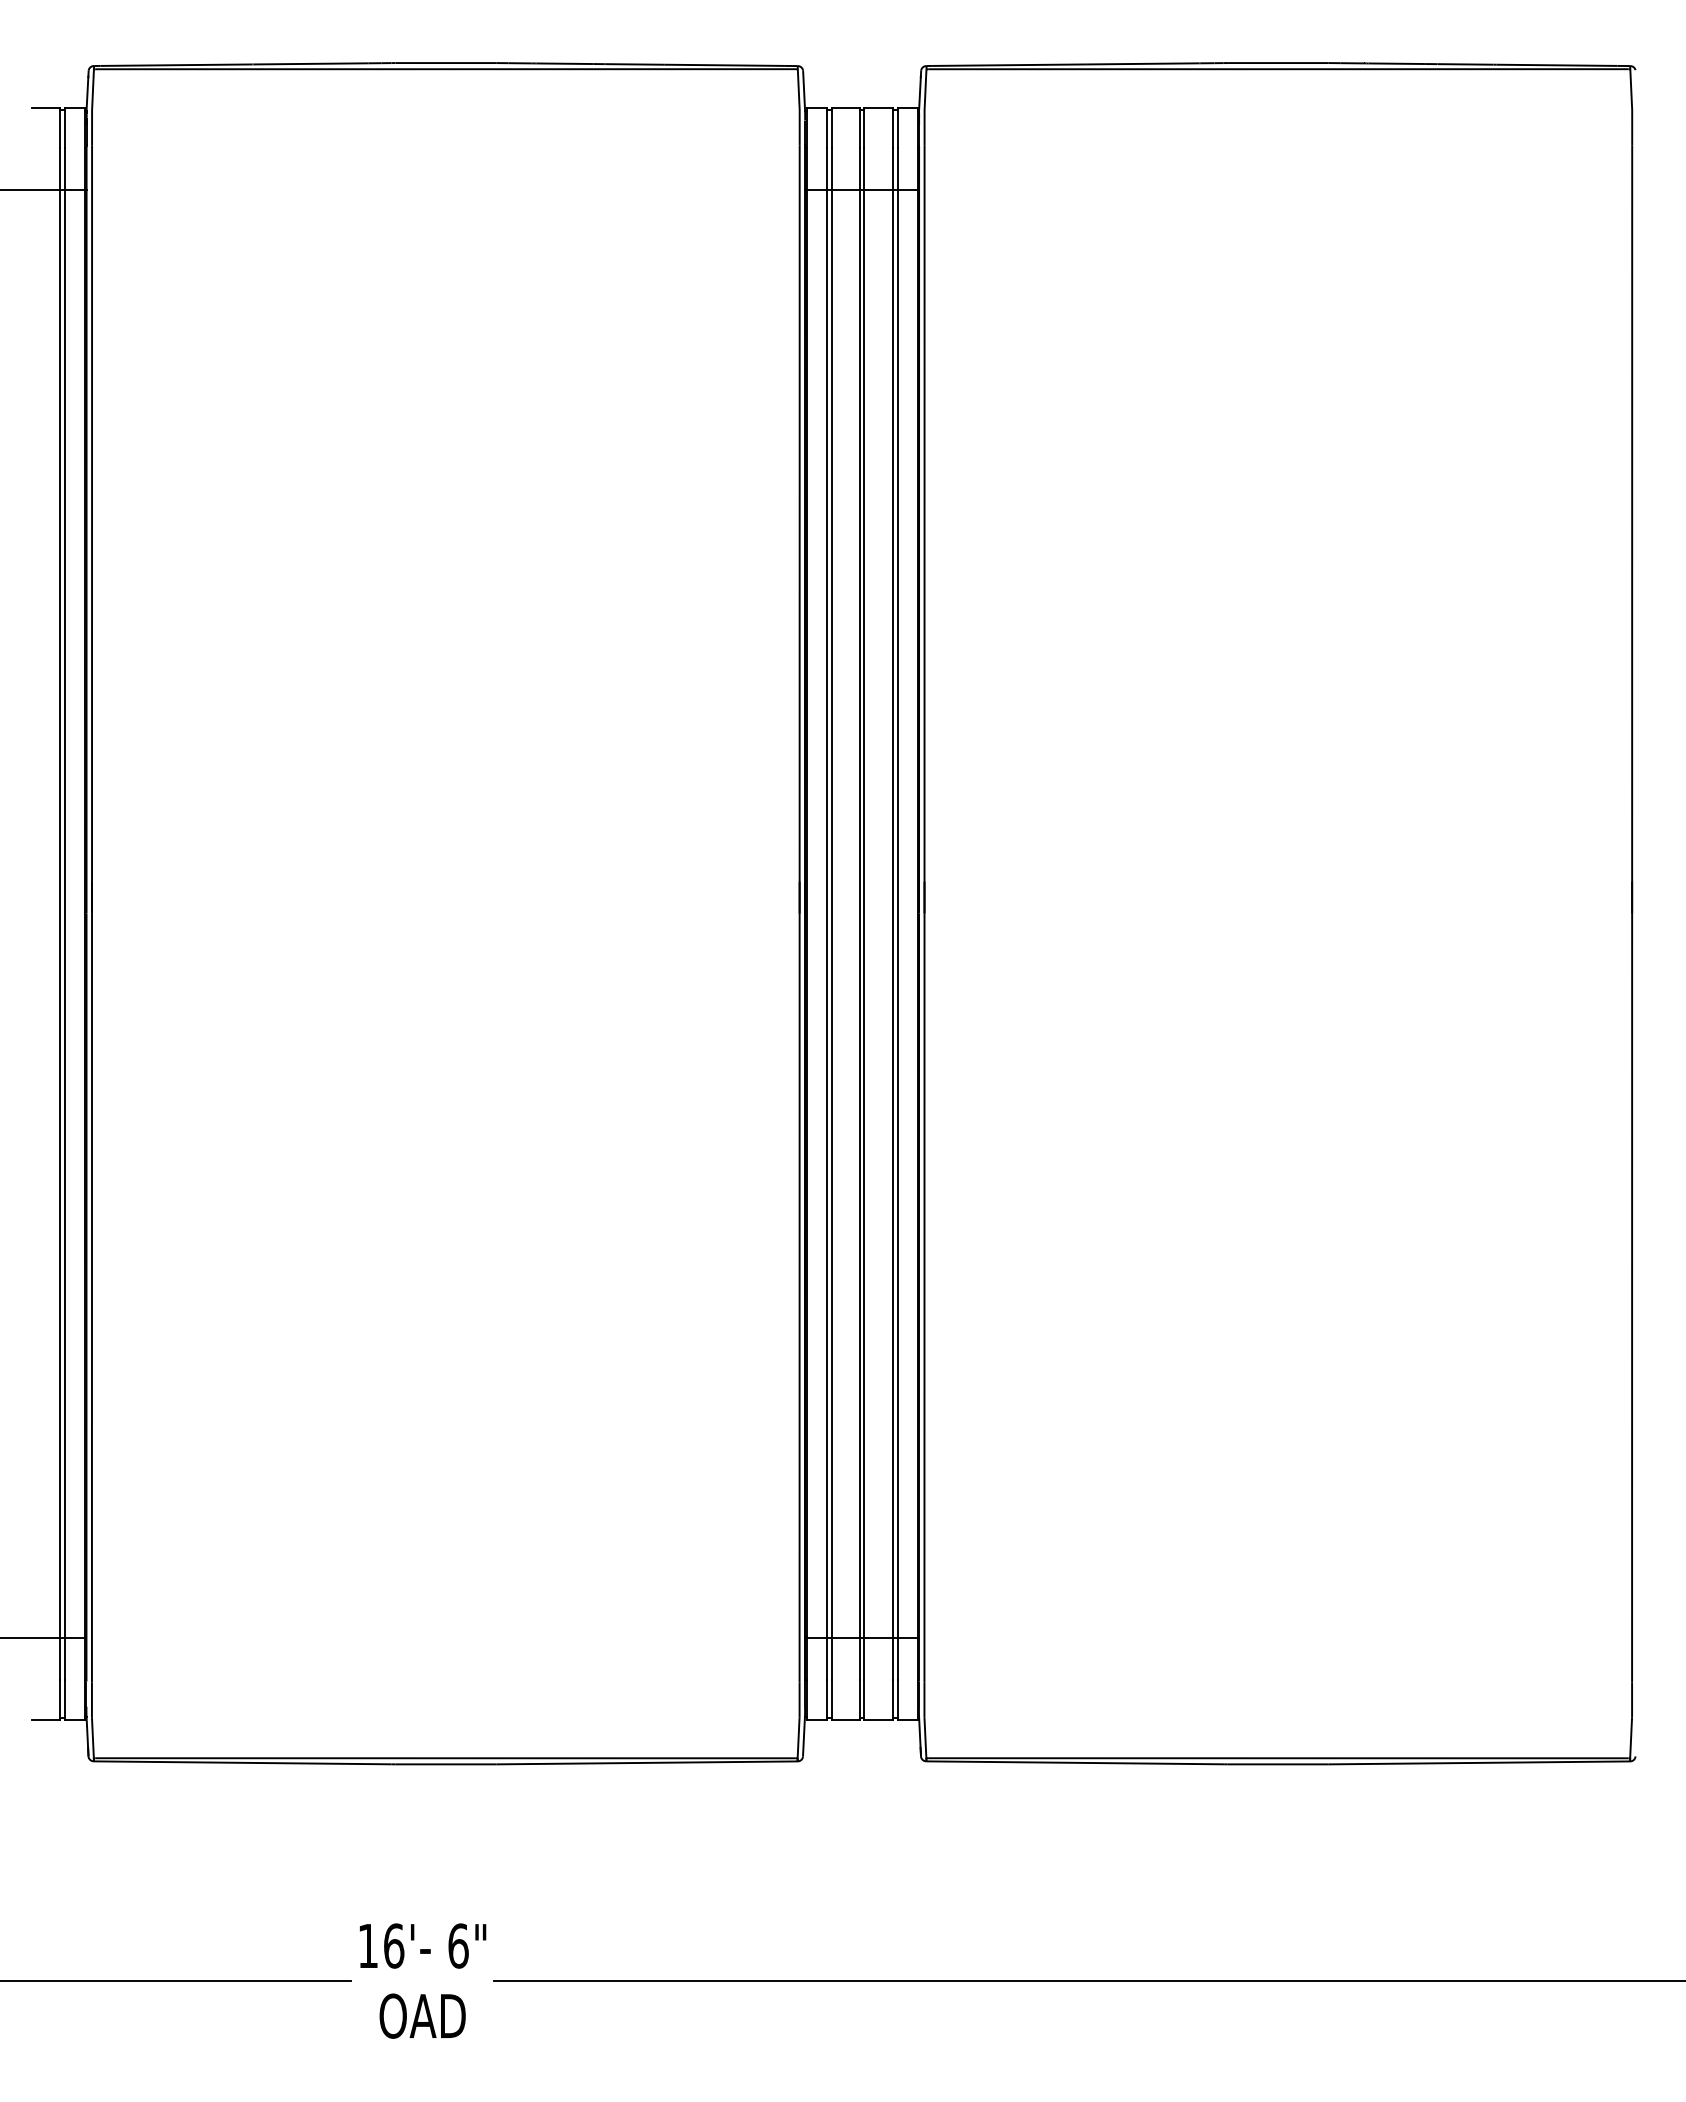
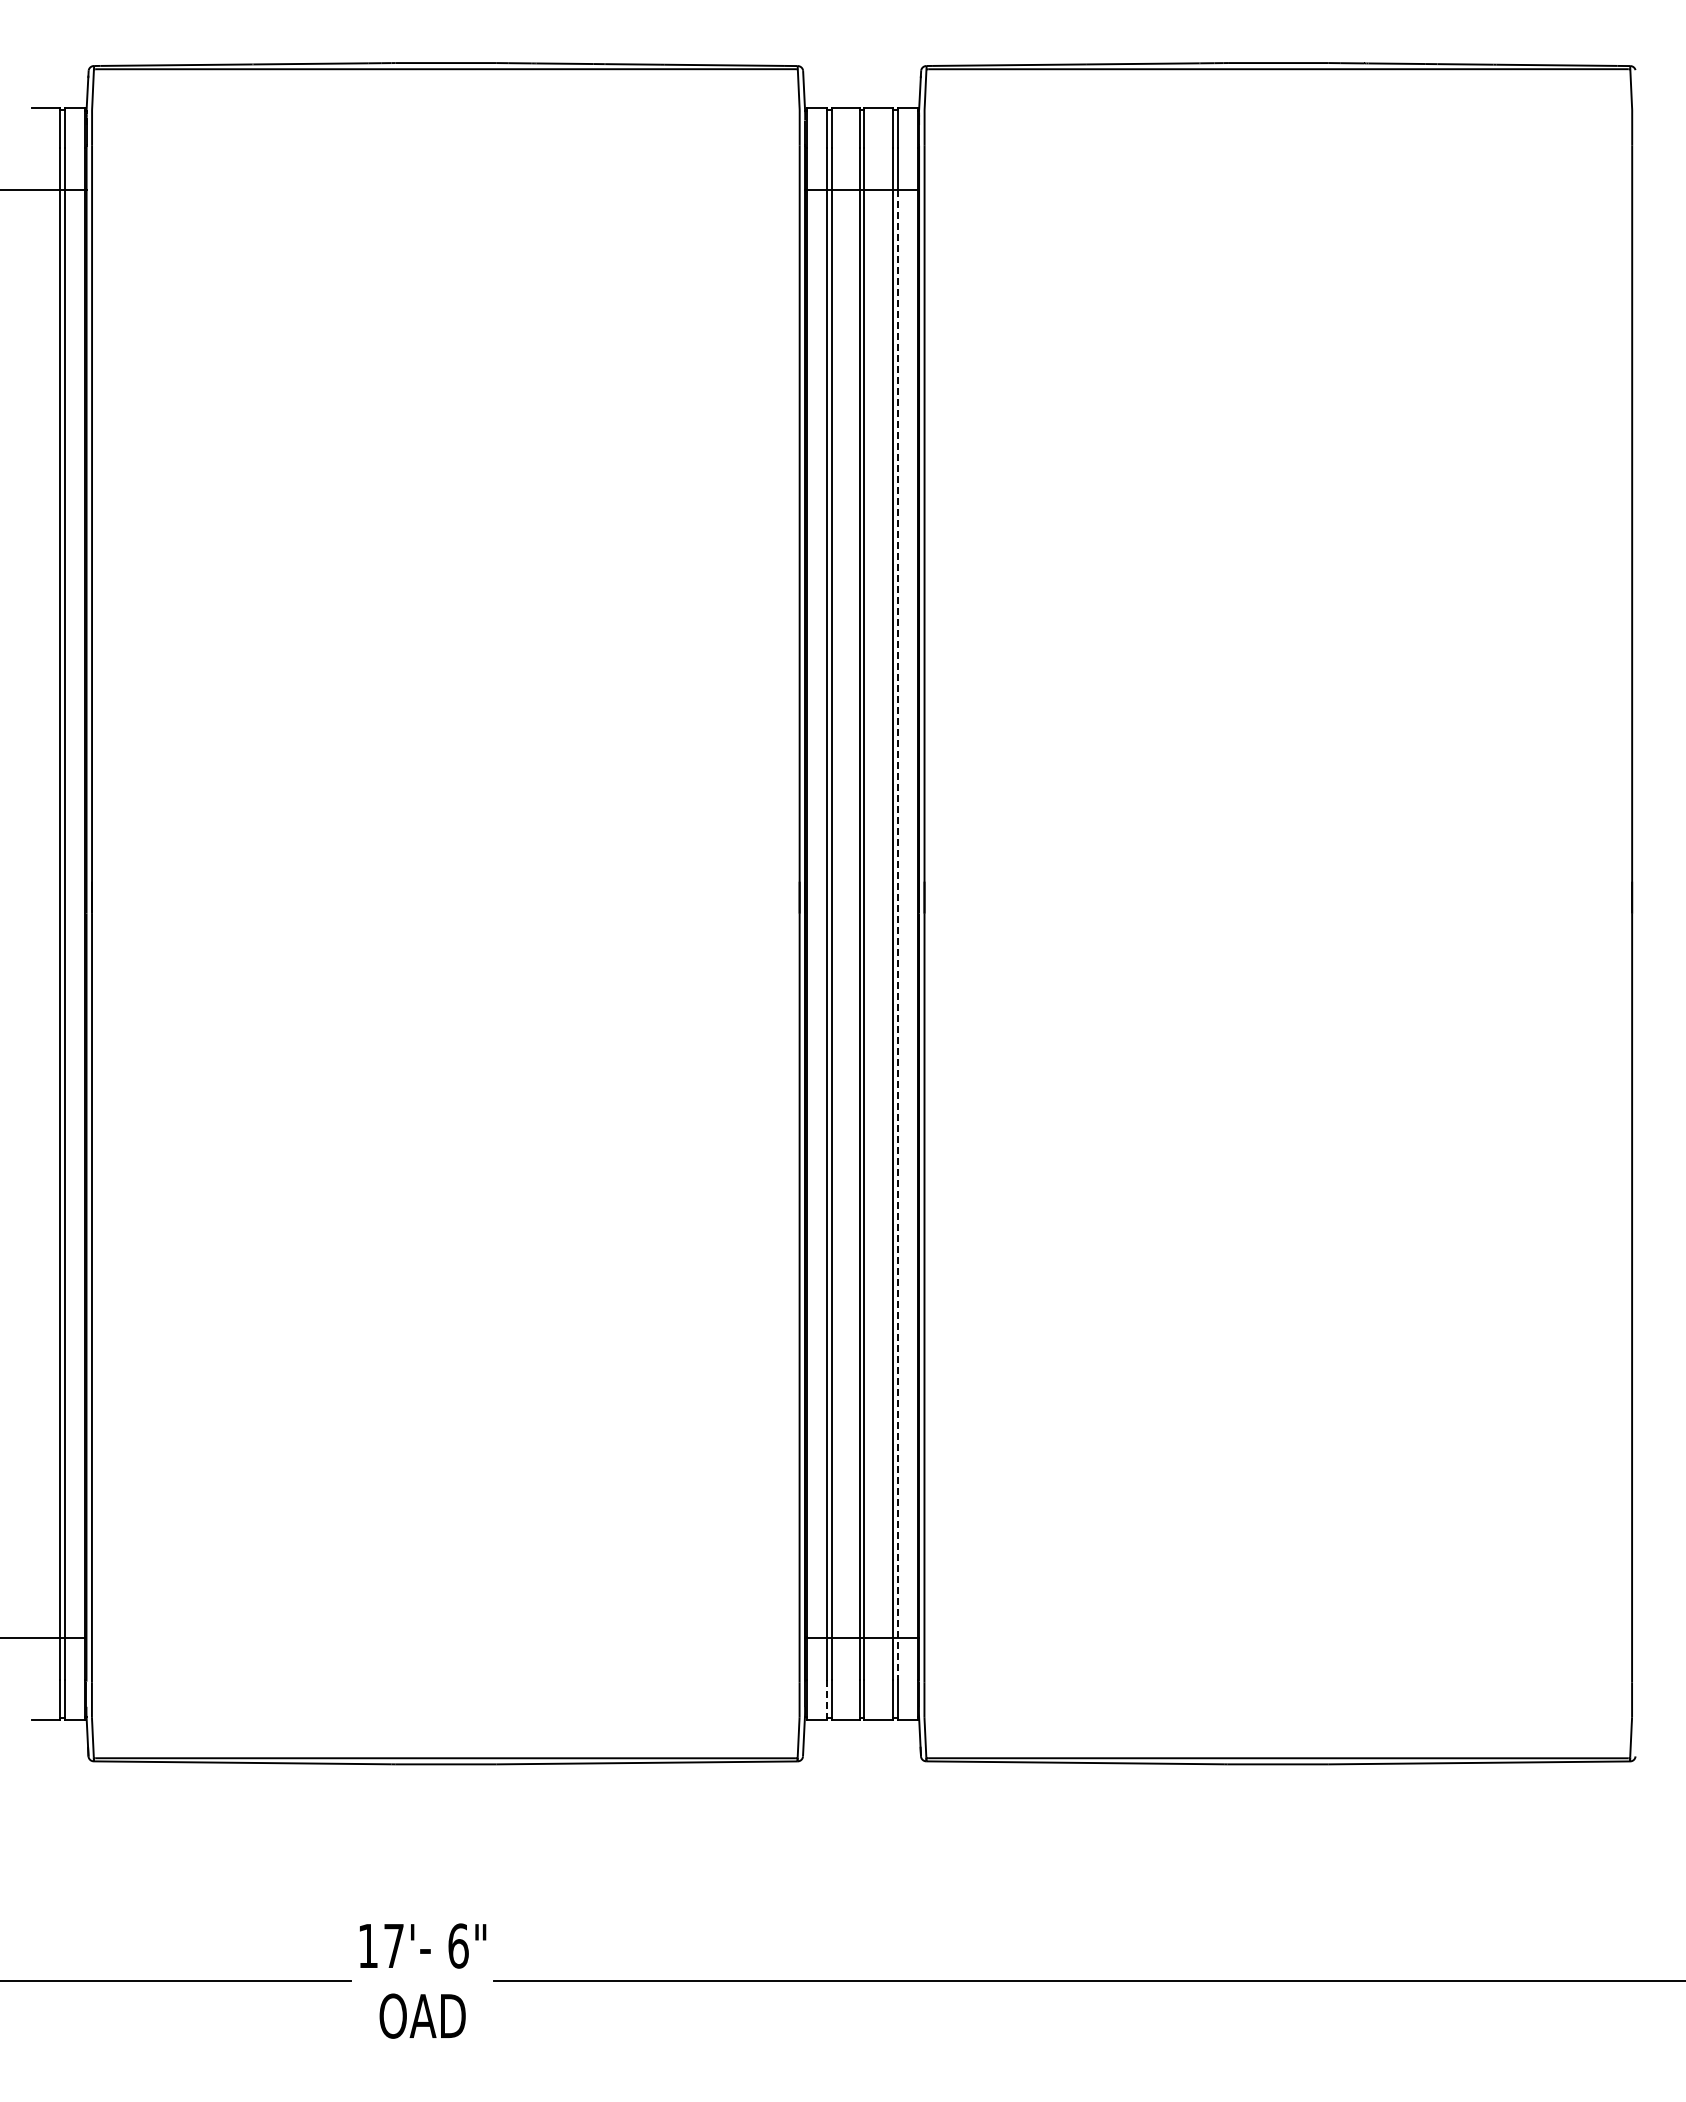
line at (897, 935): solid -> dashed
line at (826, 1699): solid -> dashed
text at (394, 1945): 16'- -> 17'-
